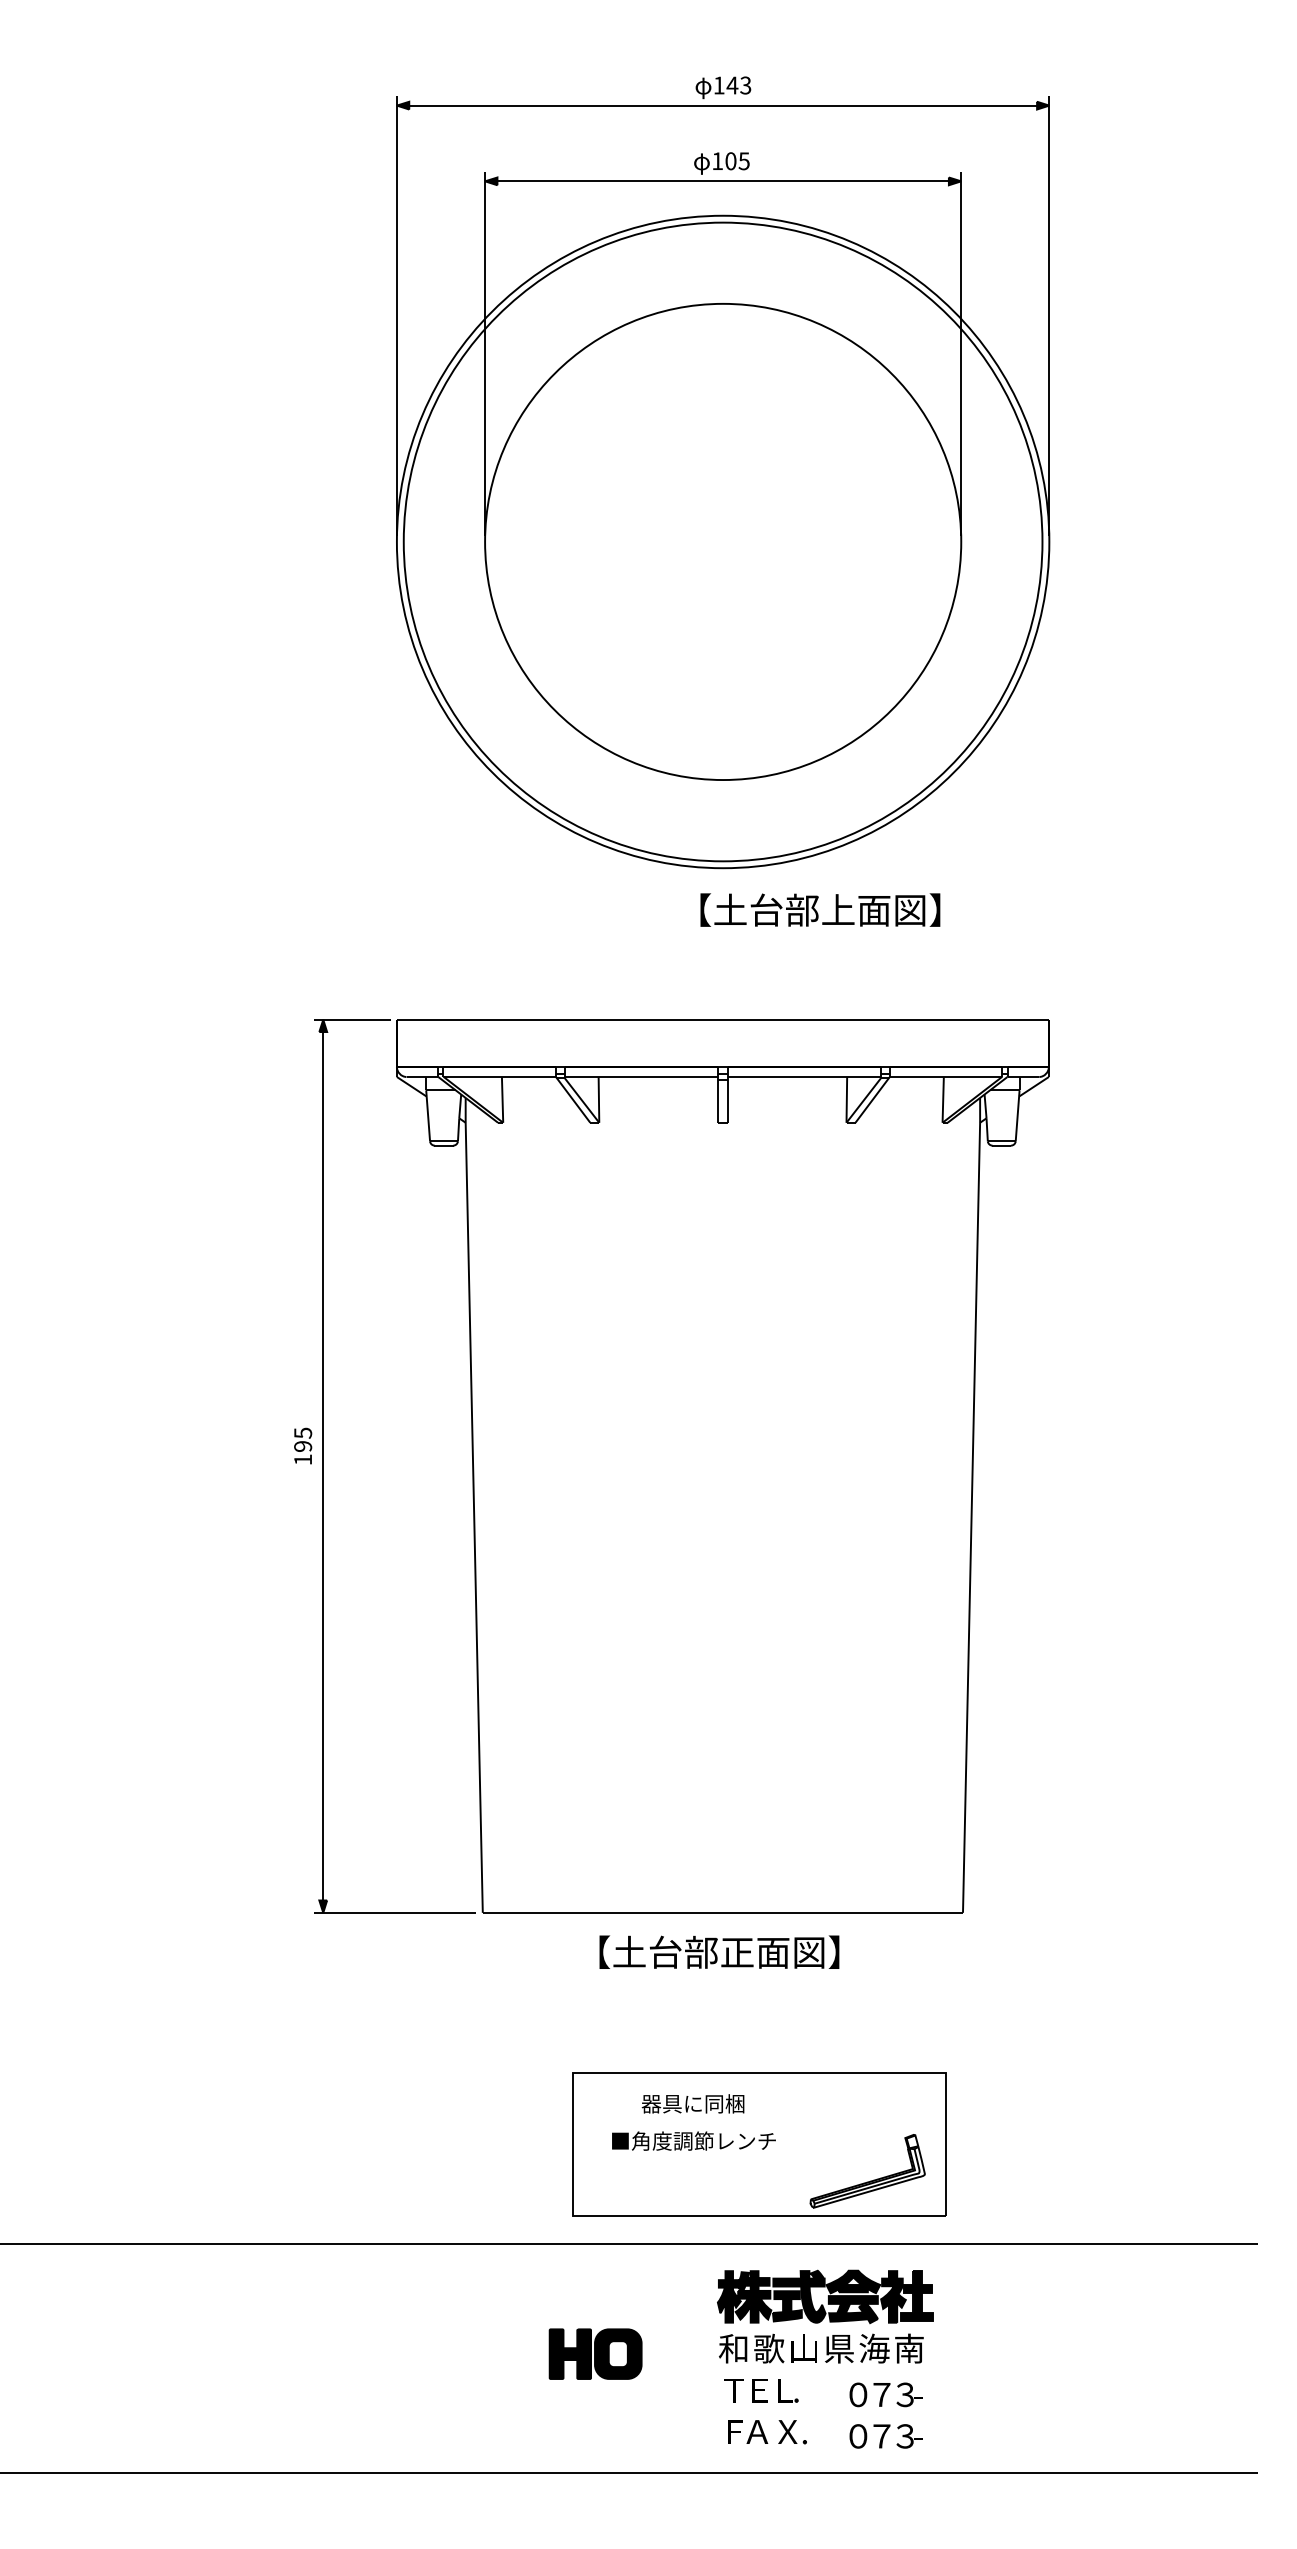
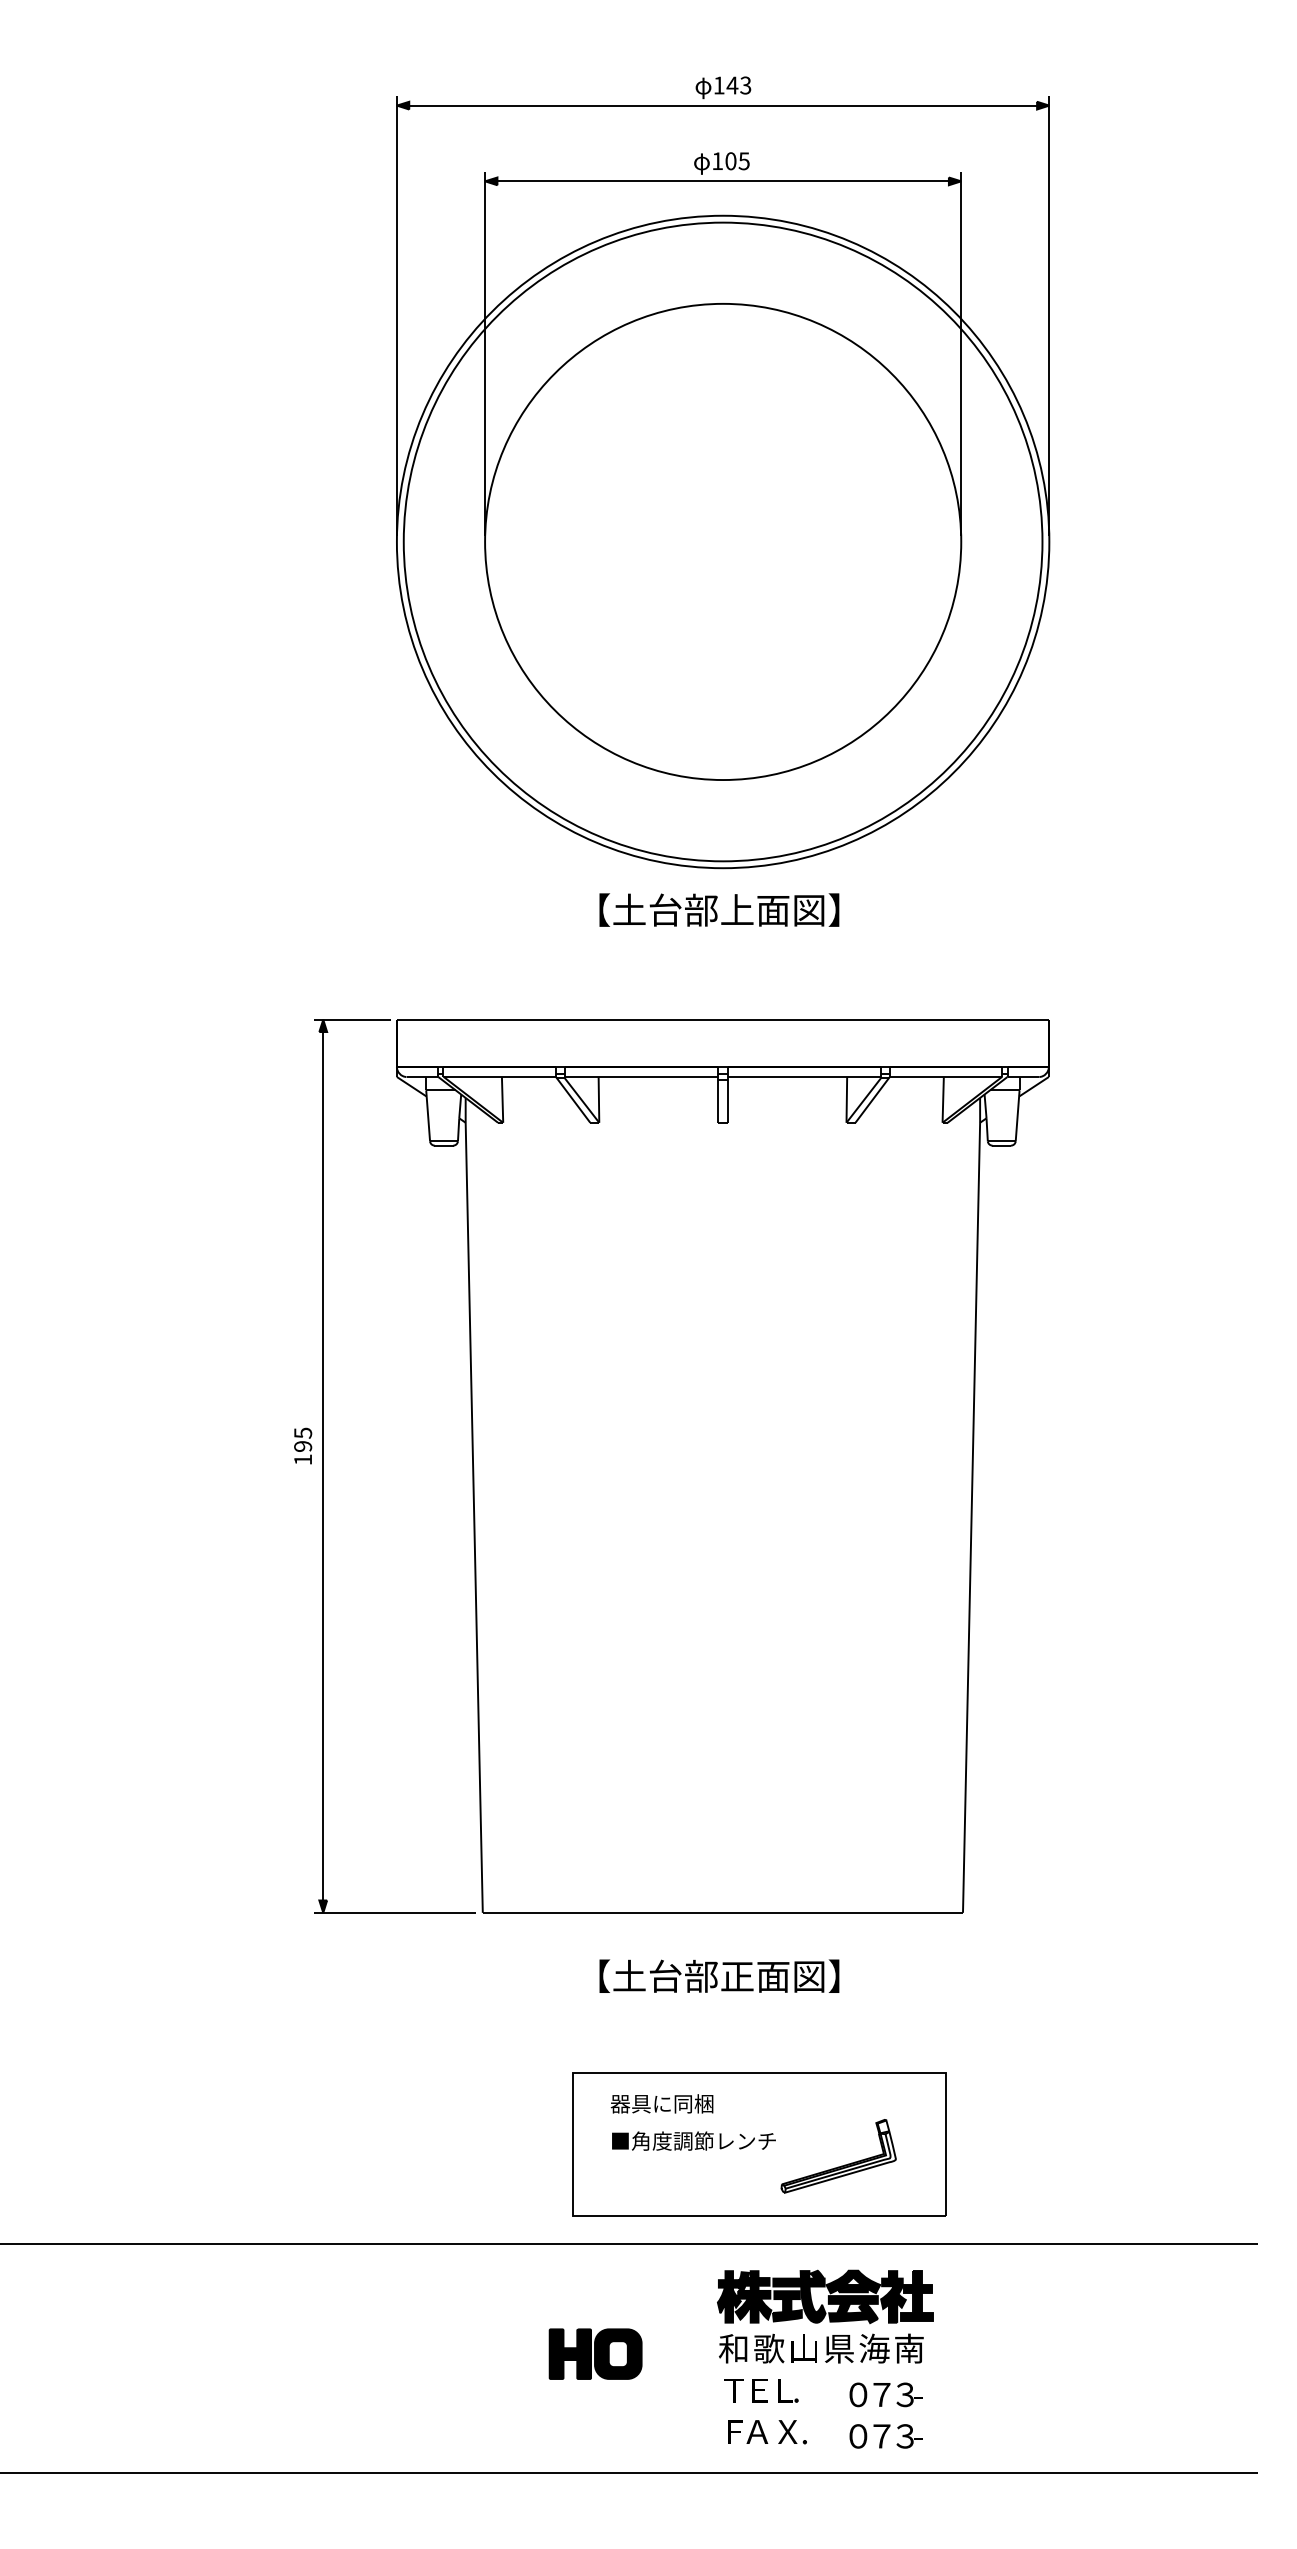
text at (820, 909) position: (820, 909) -> (719, 909)
text at (719, 1951) position: (719, 1951) -> (719, 1975)
text at (692, 2103) position: (692, 2103) -> (661, 2103)
part at (870, 2180) position: (870, 2180) -> (841, 2165)
